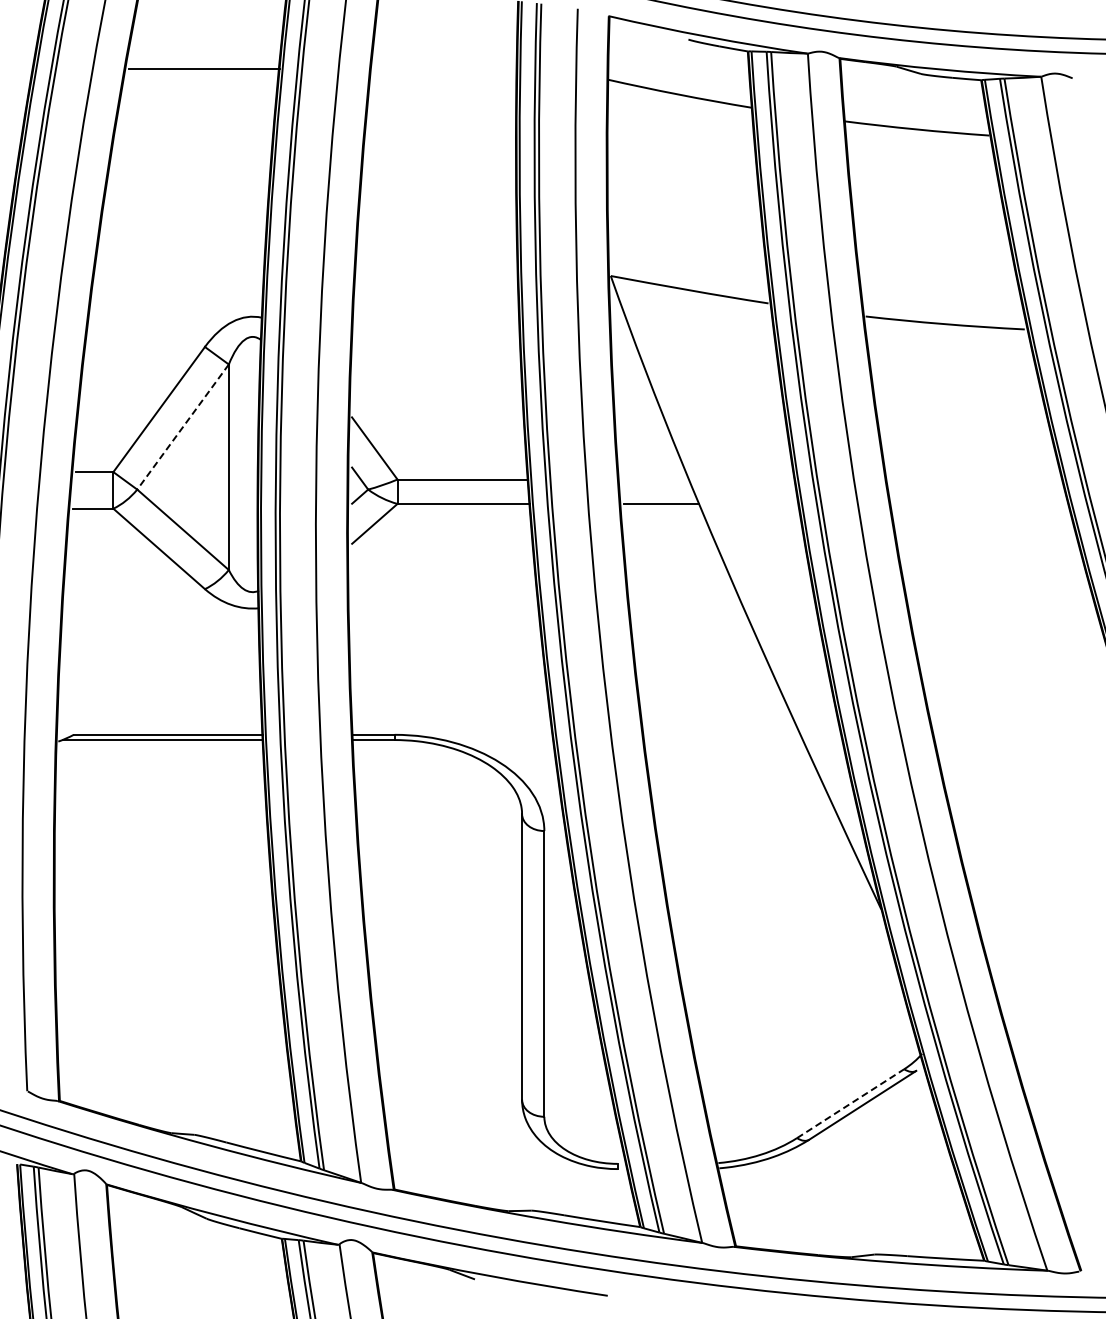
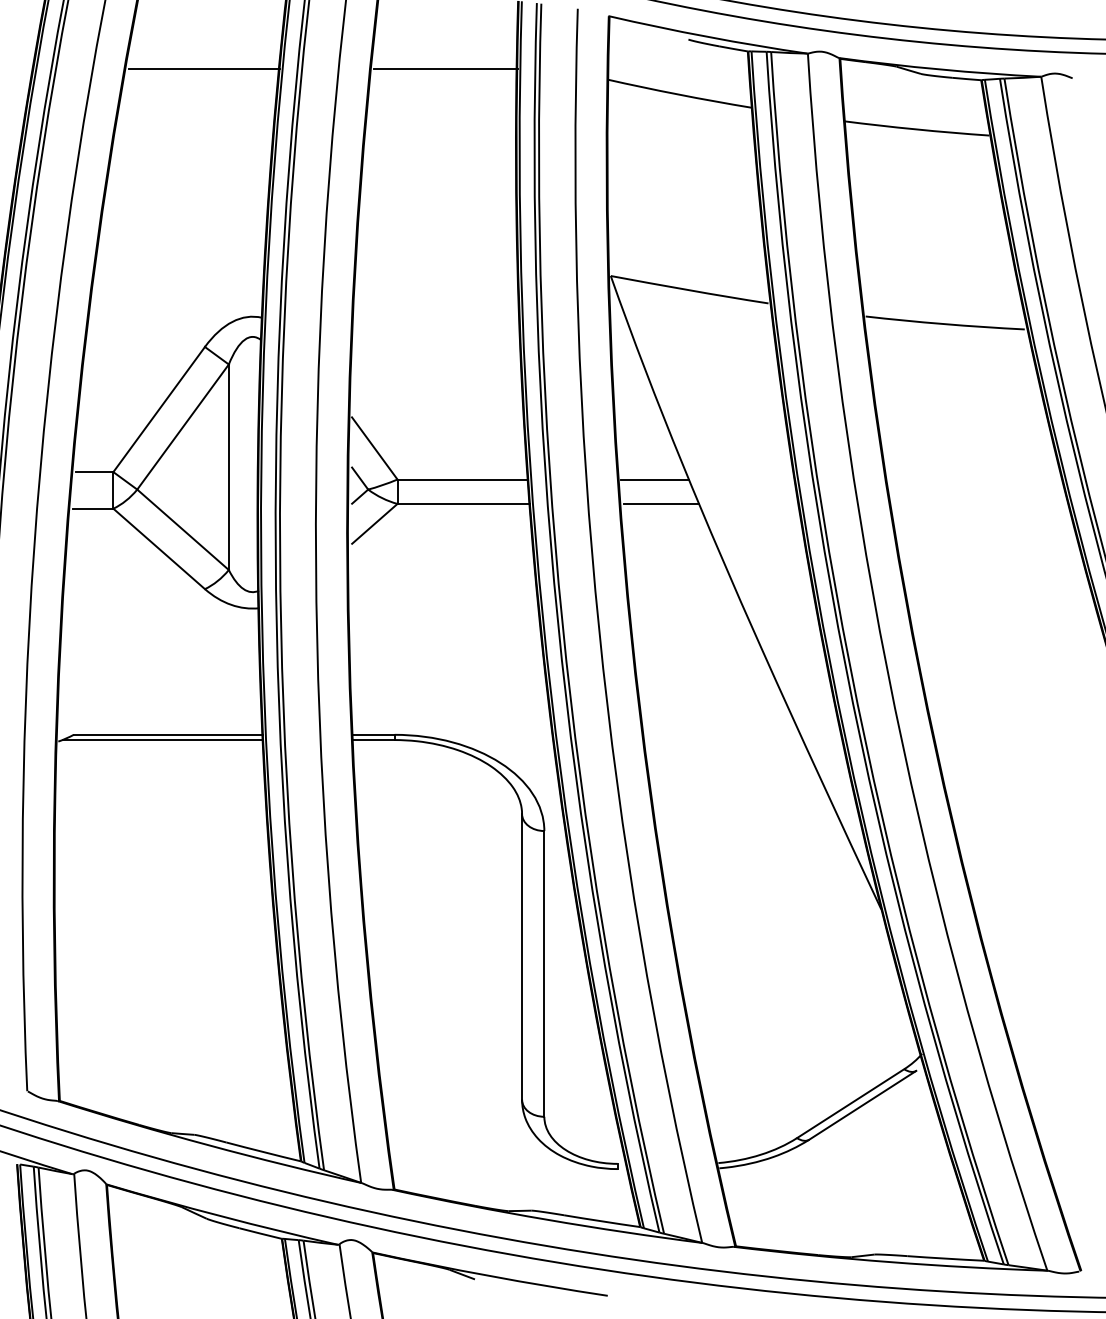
line at (445, 68): none -> present
line at (183, 427): dashed -> solid
line at (654, 479): none -> present
line at (850, 1103): dashed -> solid
